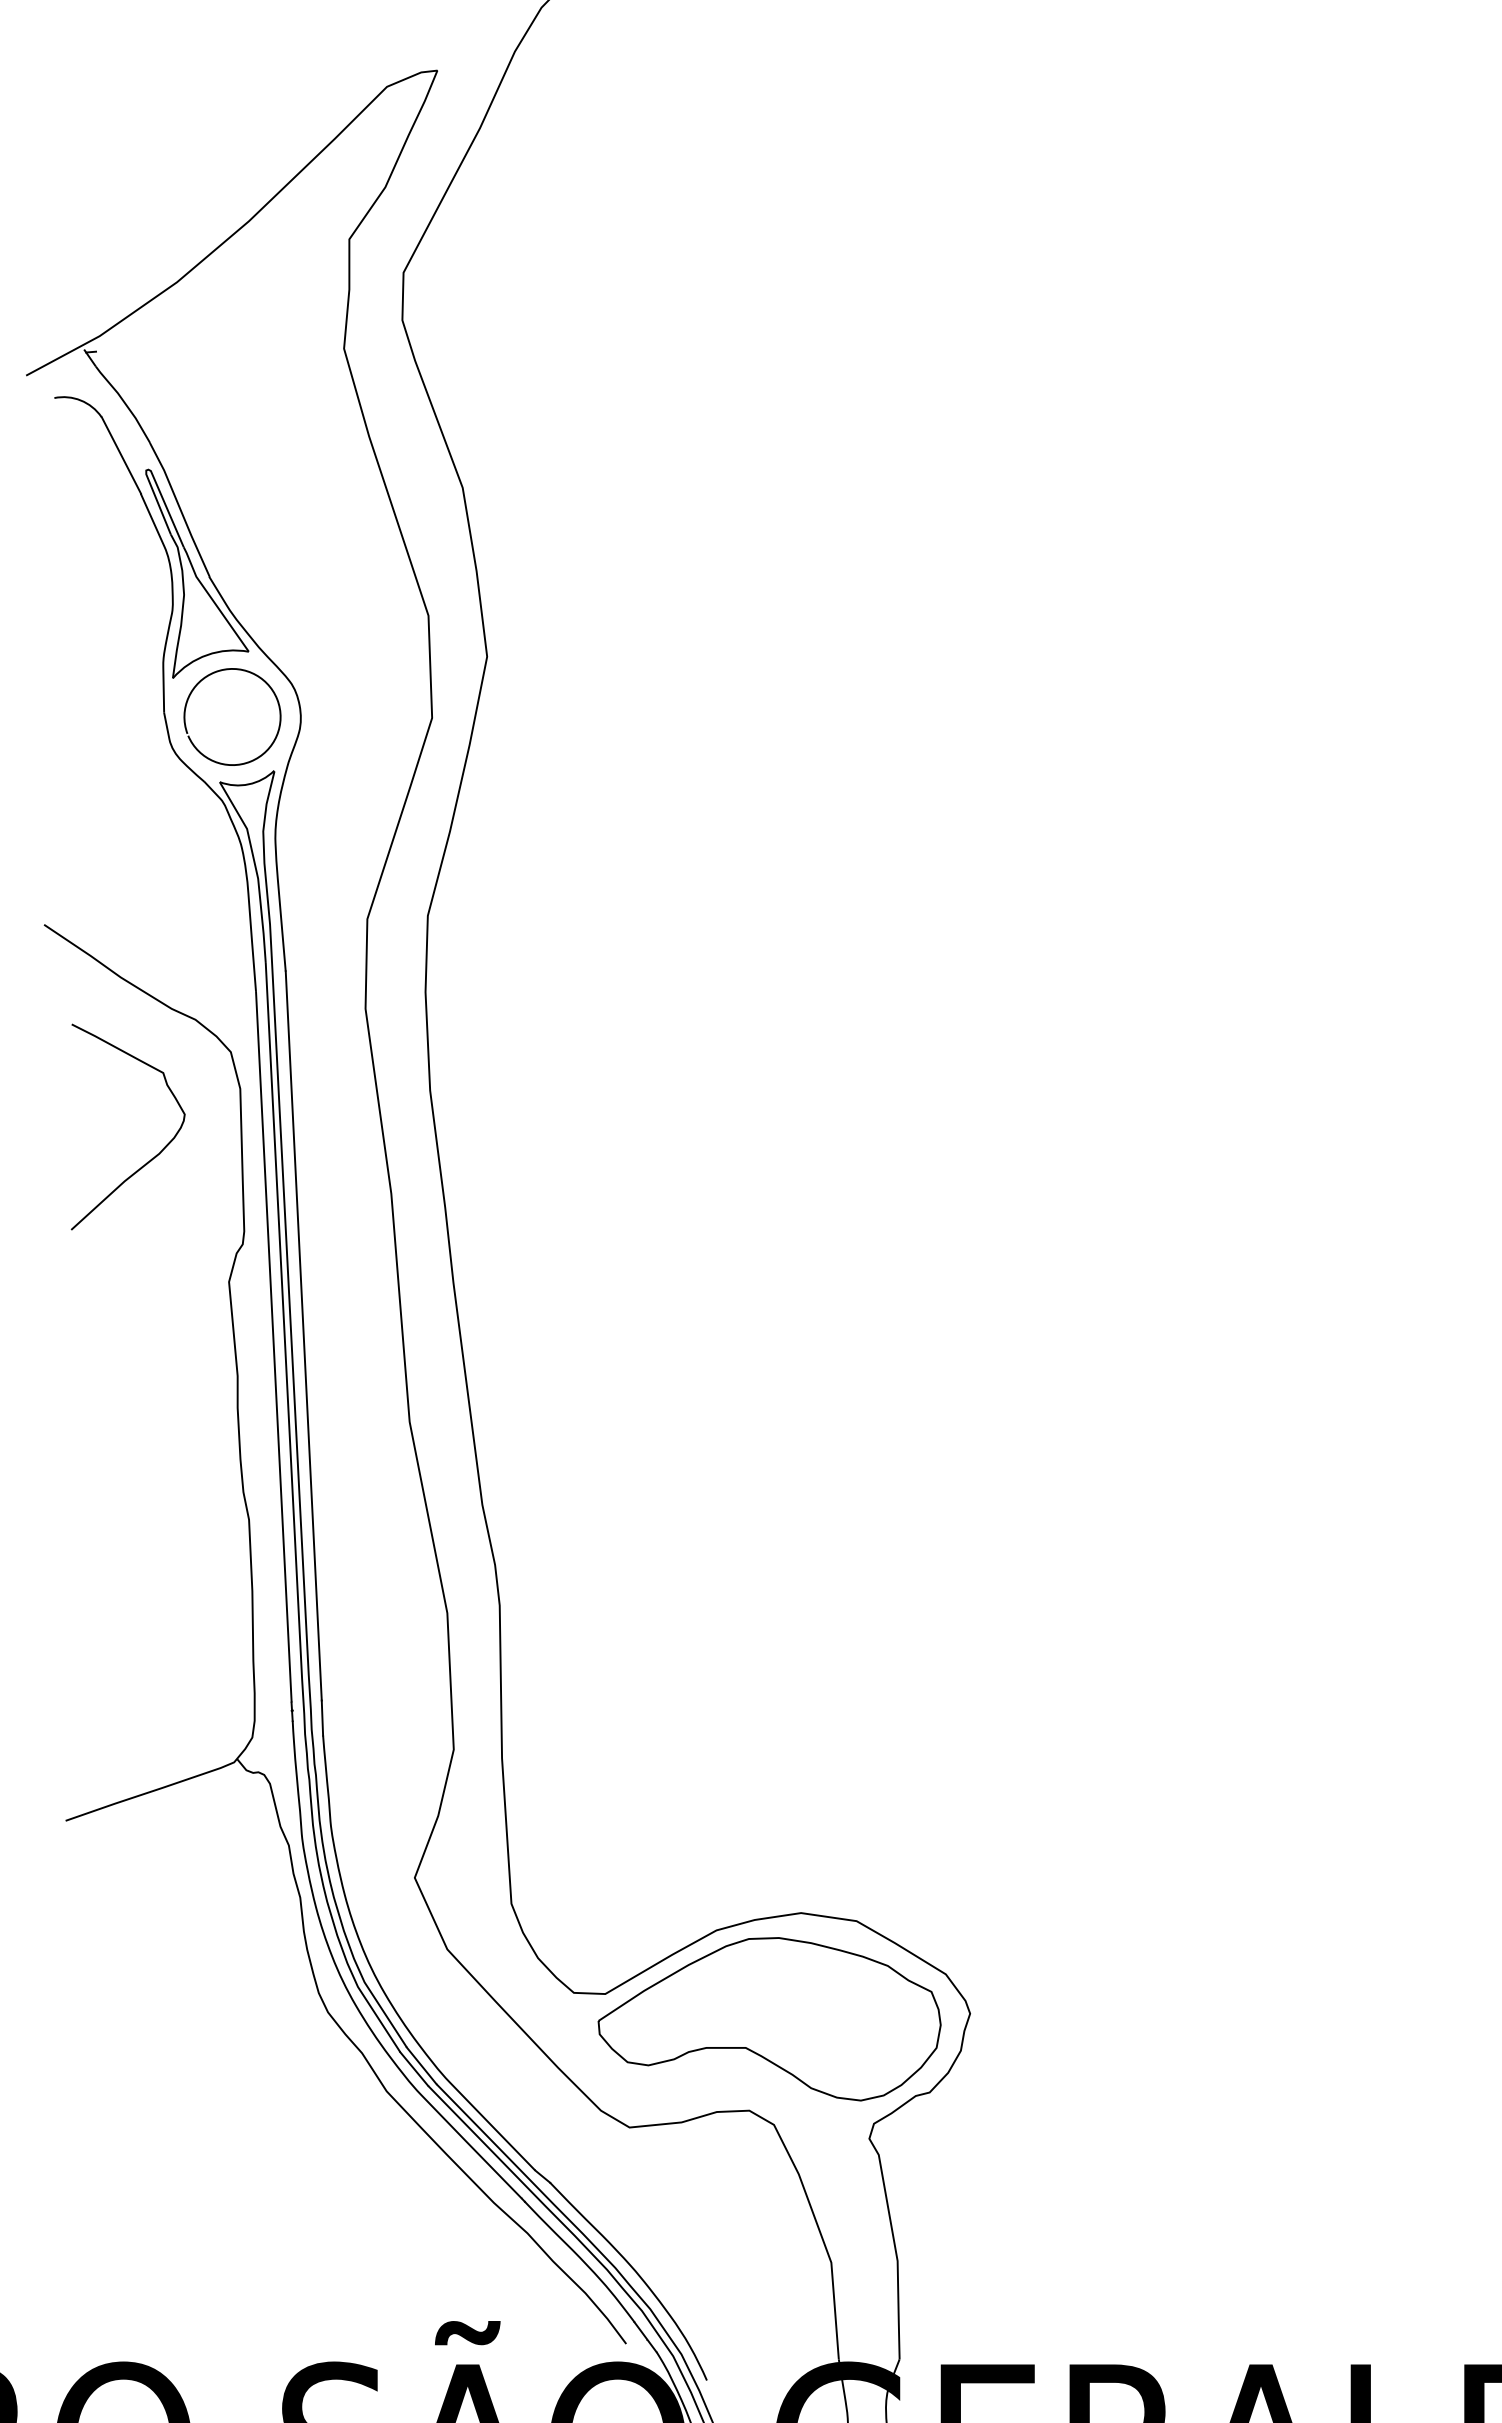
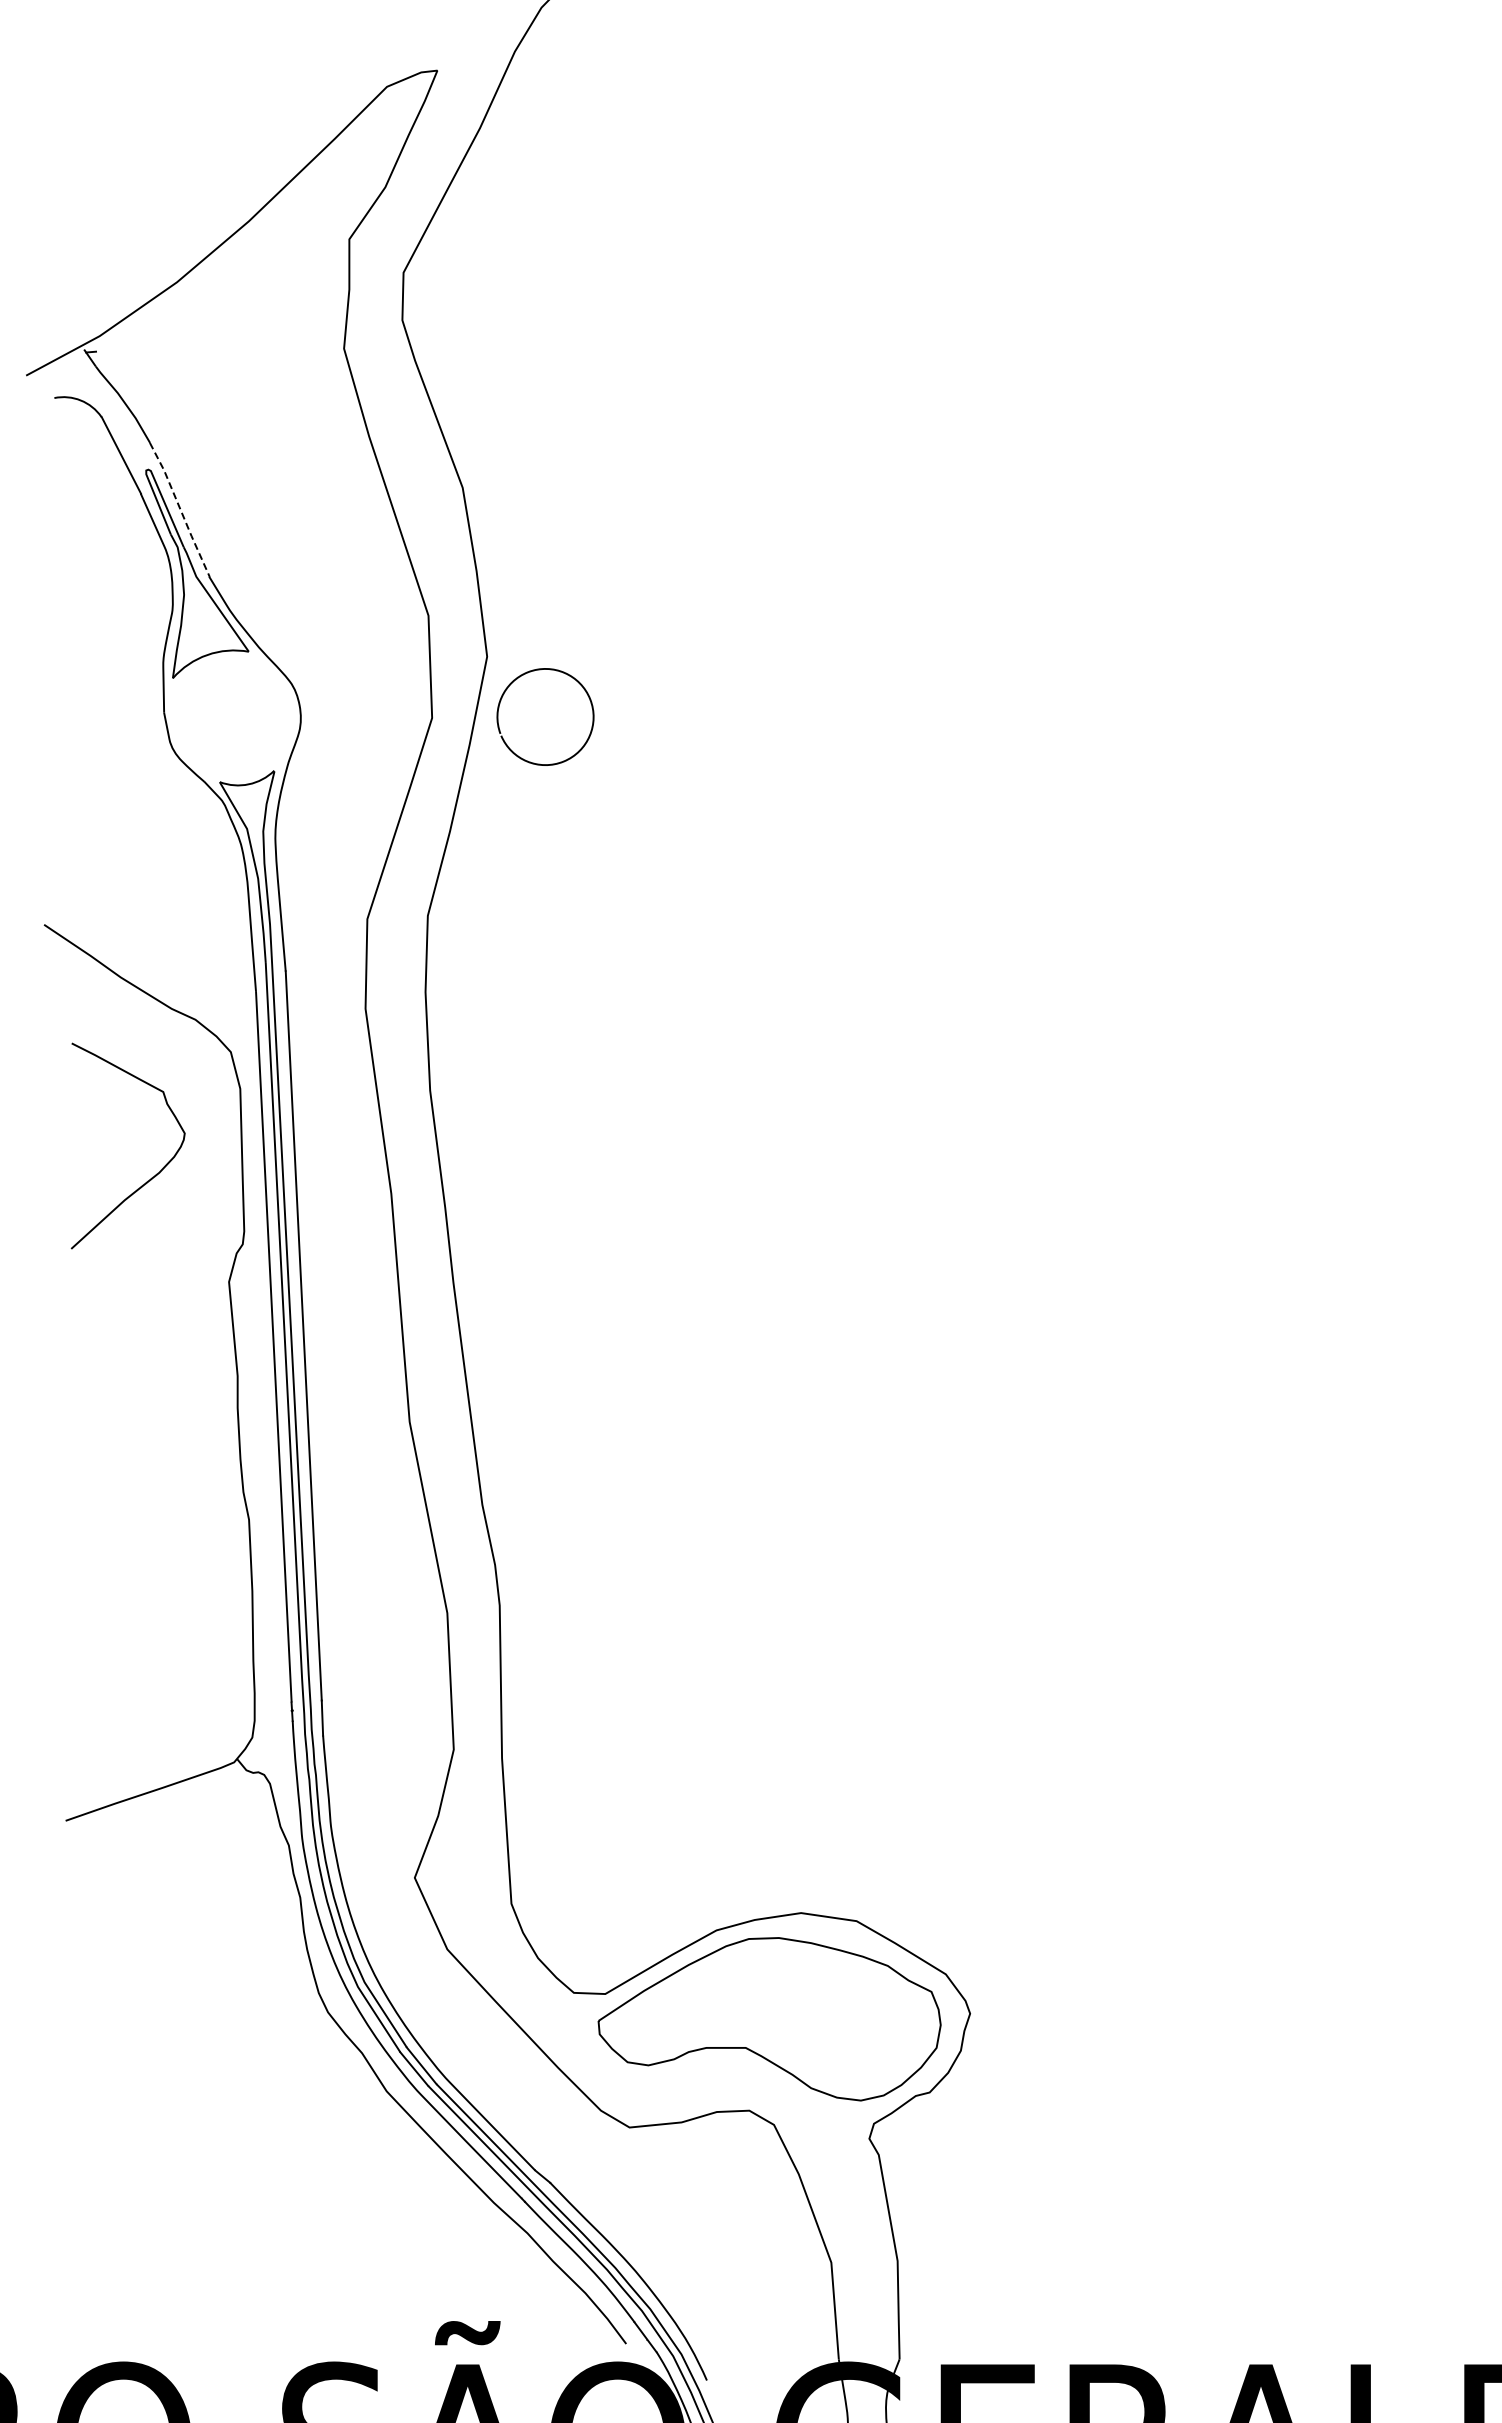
line at (180, 509): solid -> dashed
arc at (215, 673) position: (215, 673) -> (528, 673)
curve at (151, 1158) position: (151, 1158) -> (151, 1177)
